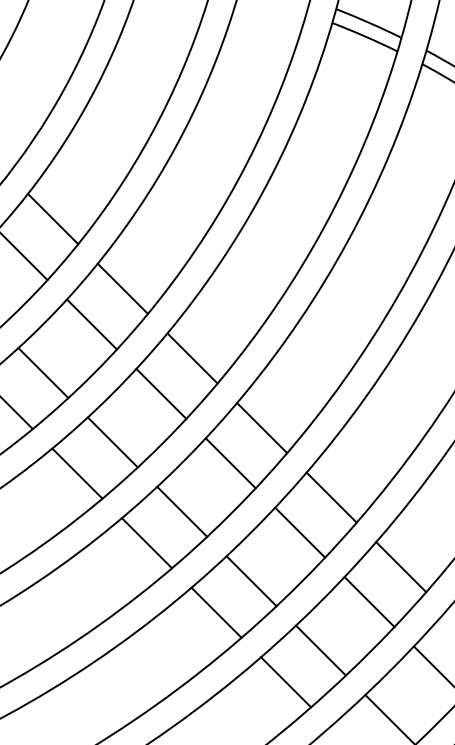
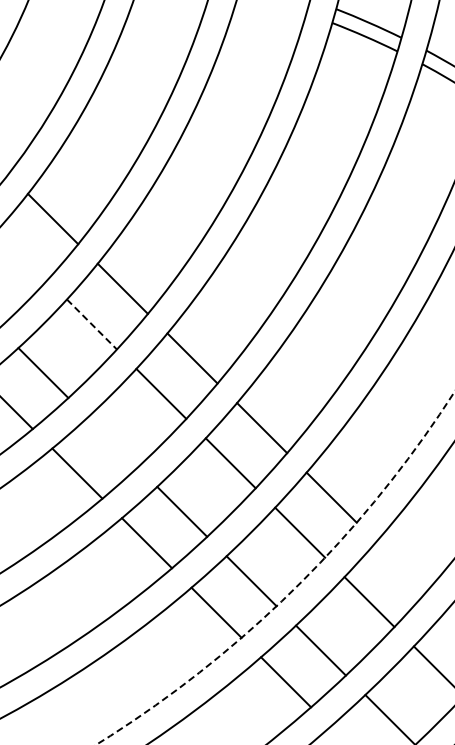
line at (24, 257): present -> none
line at (92, 324): solid -> dashed
line at (112, 442): present -> none
circle at (275, 567): solid -> dashed
line at (401, 567): present -> none
